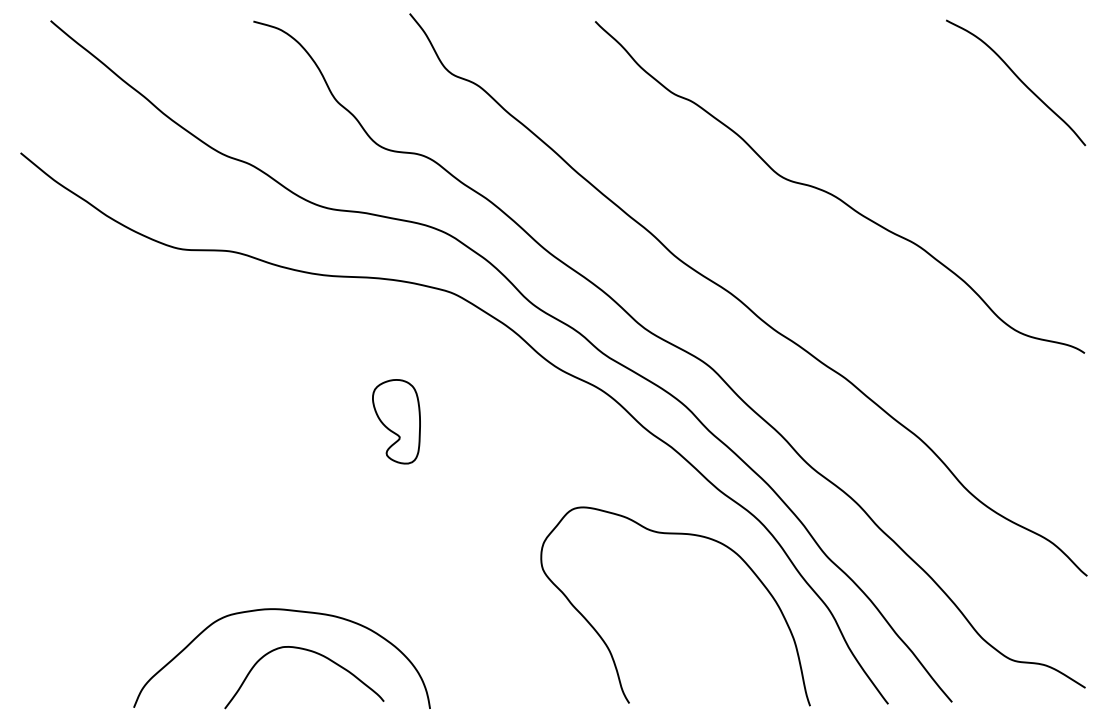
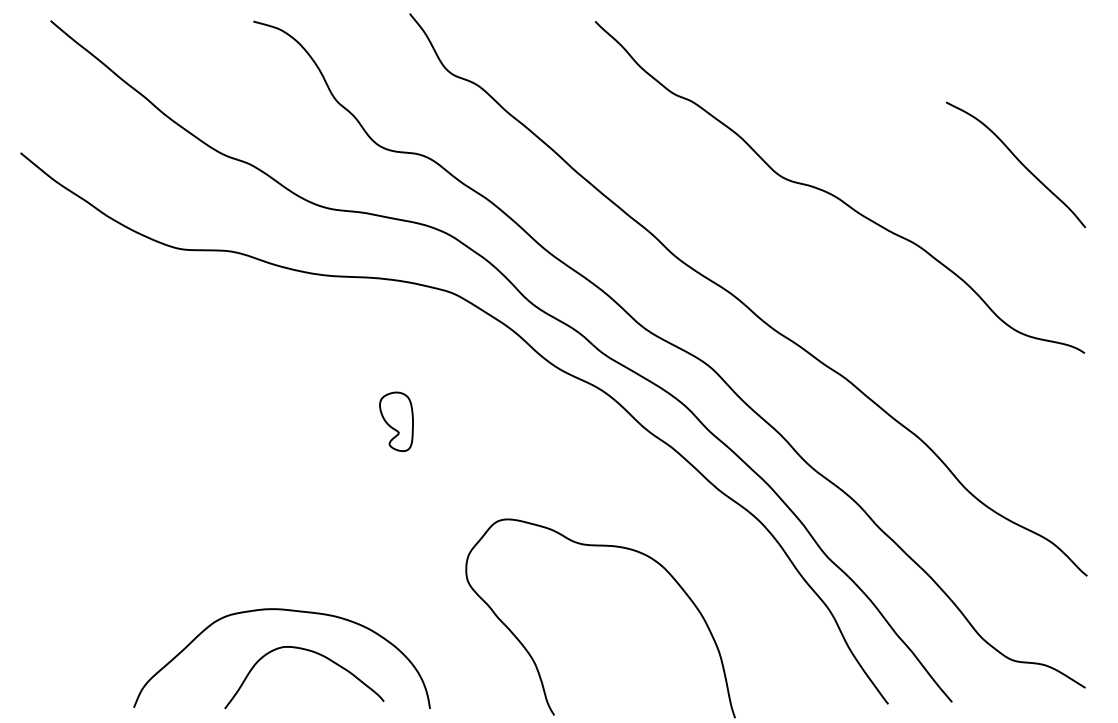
curve at (1018, 79) position: (1018, 79) -> (1018, 161)
part at (396, 421) size: 49x86 px -> 35x61 px
curve at (675, 534) position: (675, 534) -> (600, 546)
